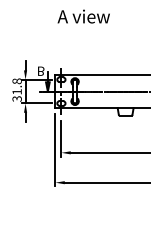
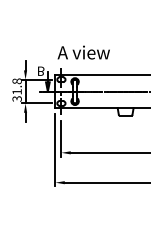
text at (83, 16) position: (83, 16) -> (83, 52)
